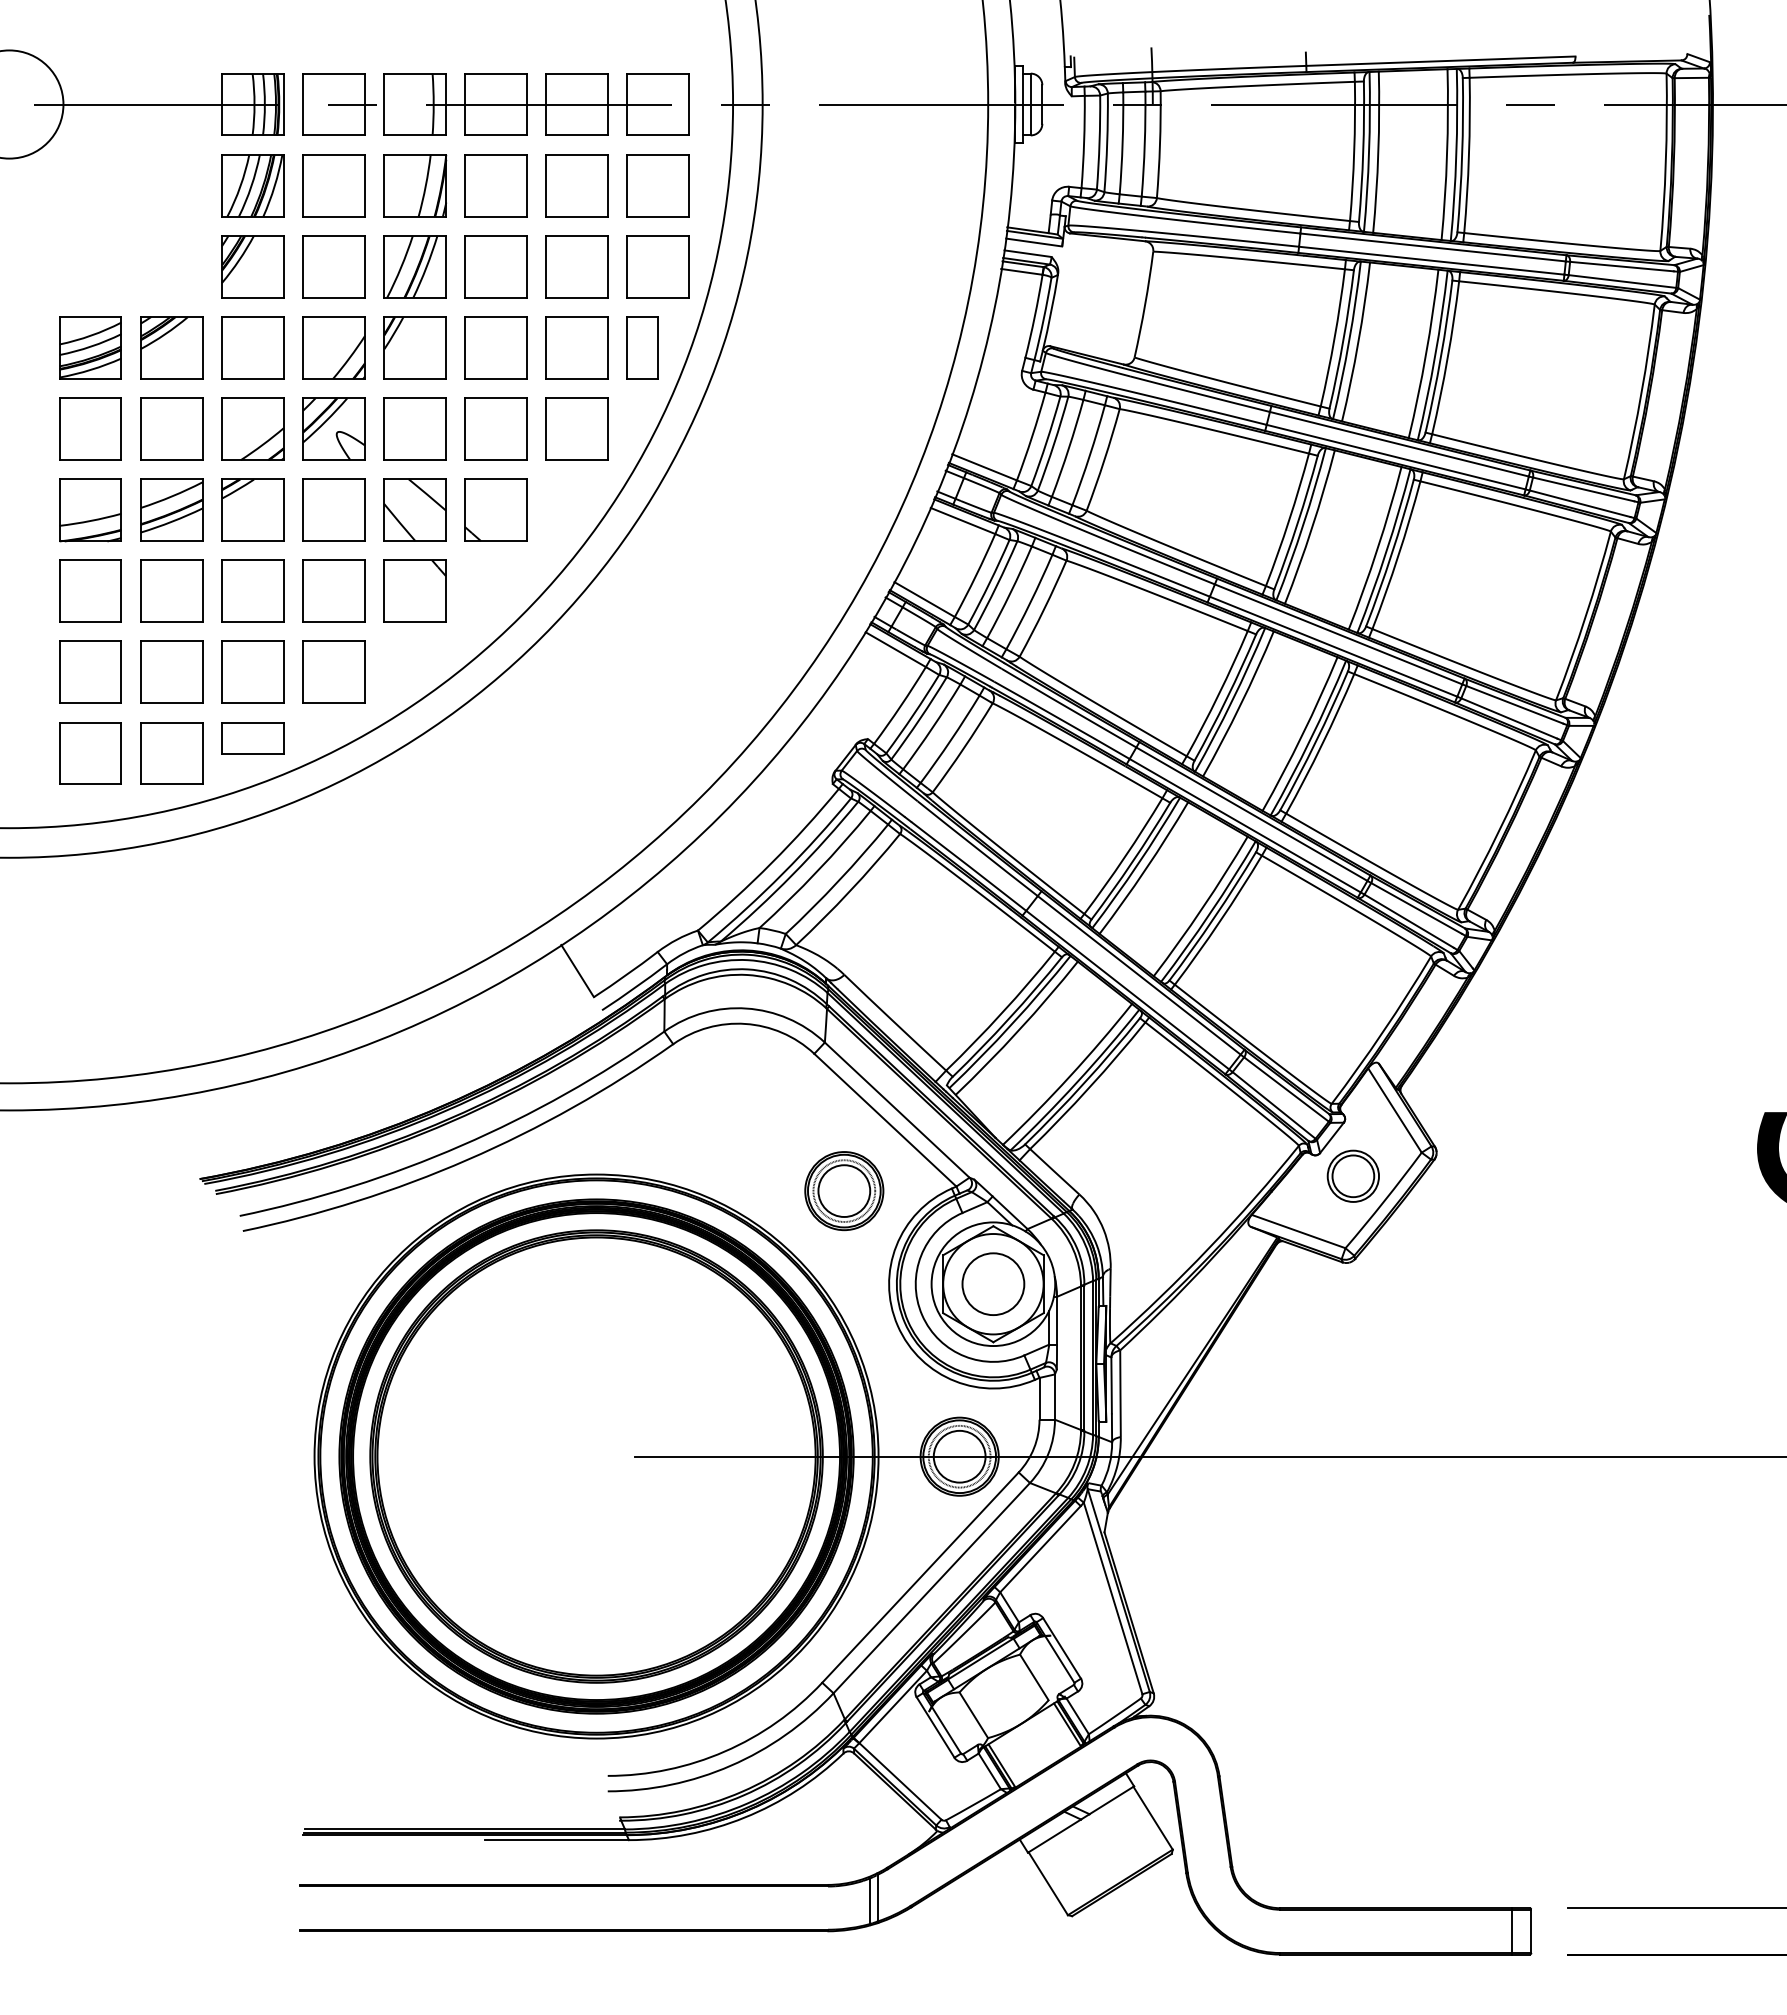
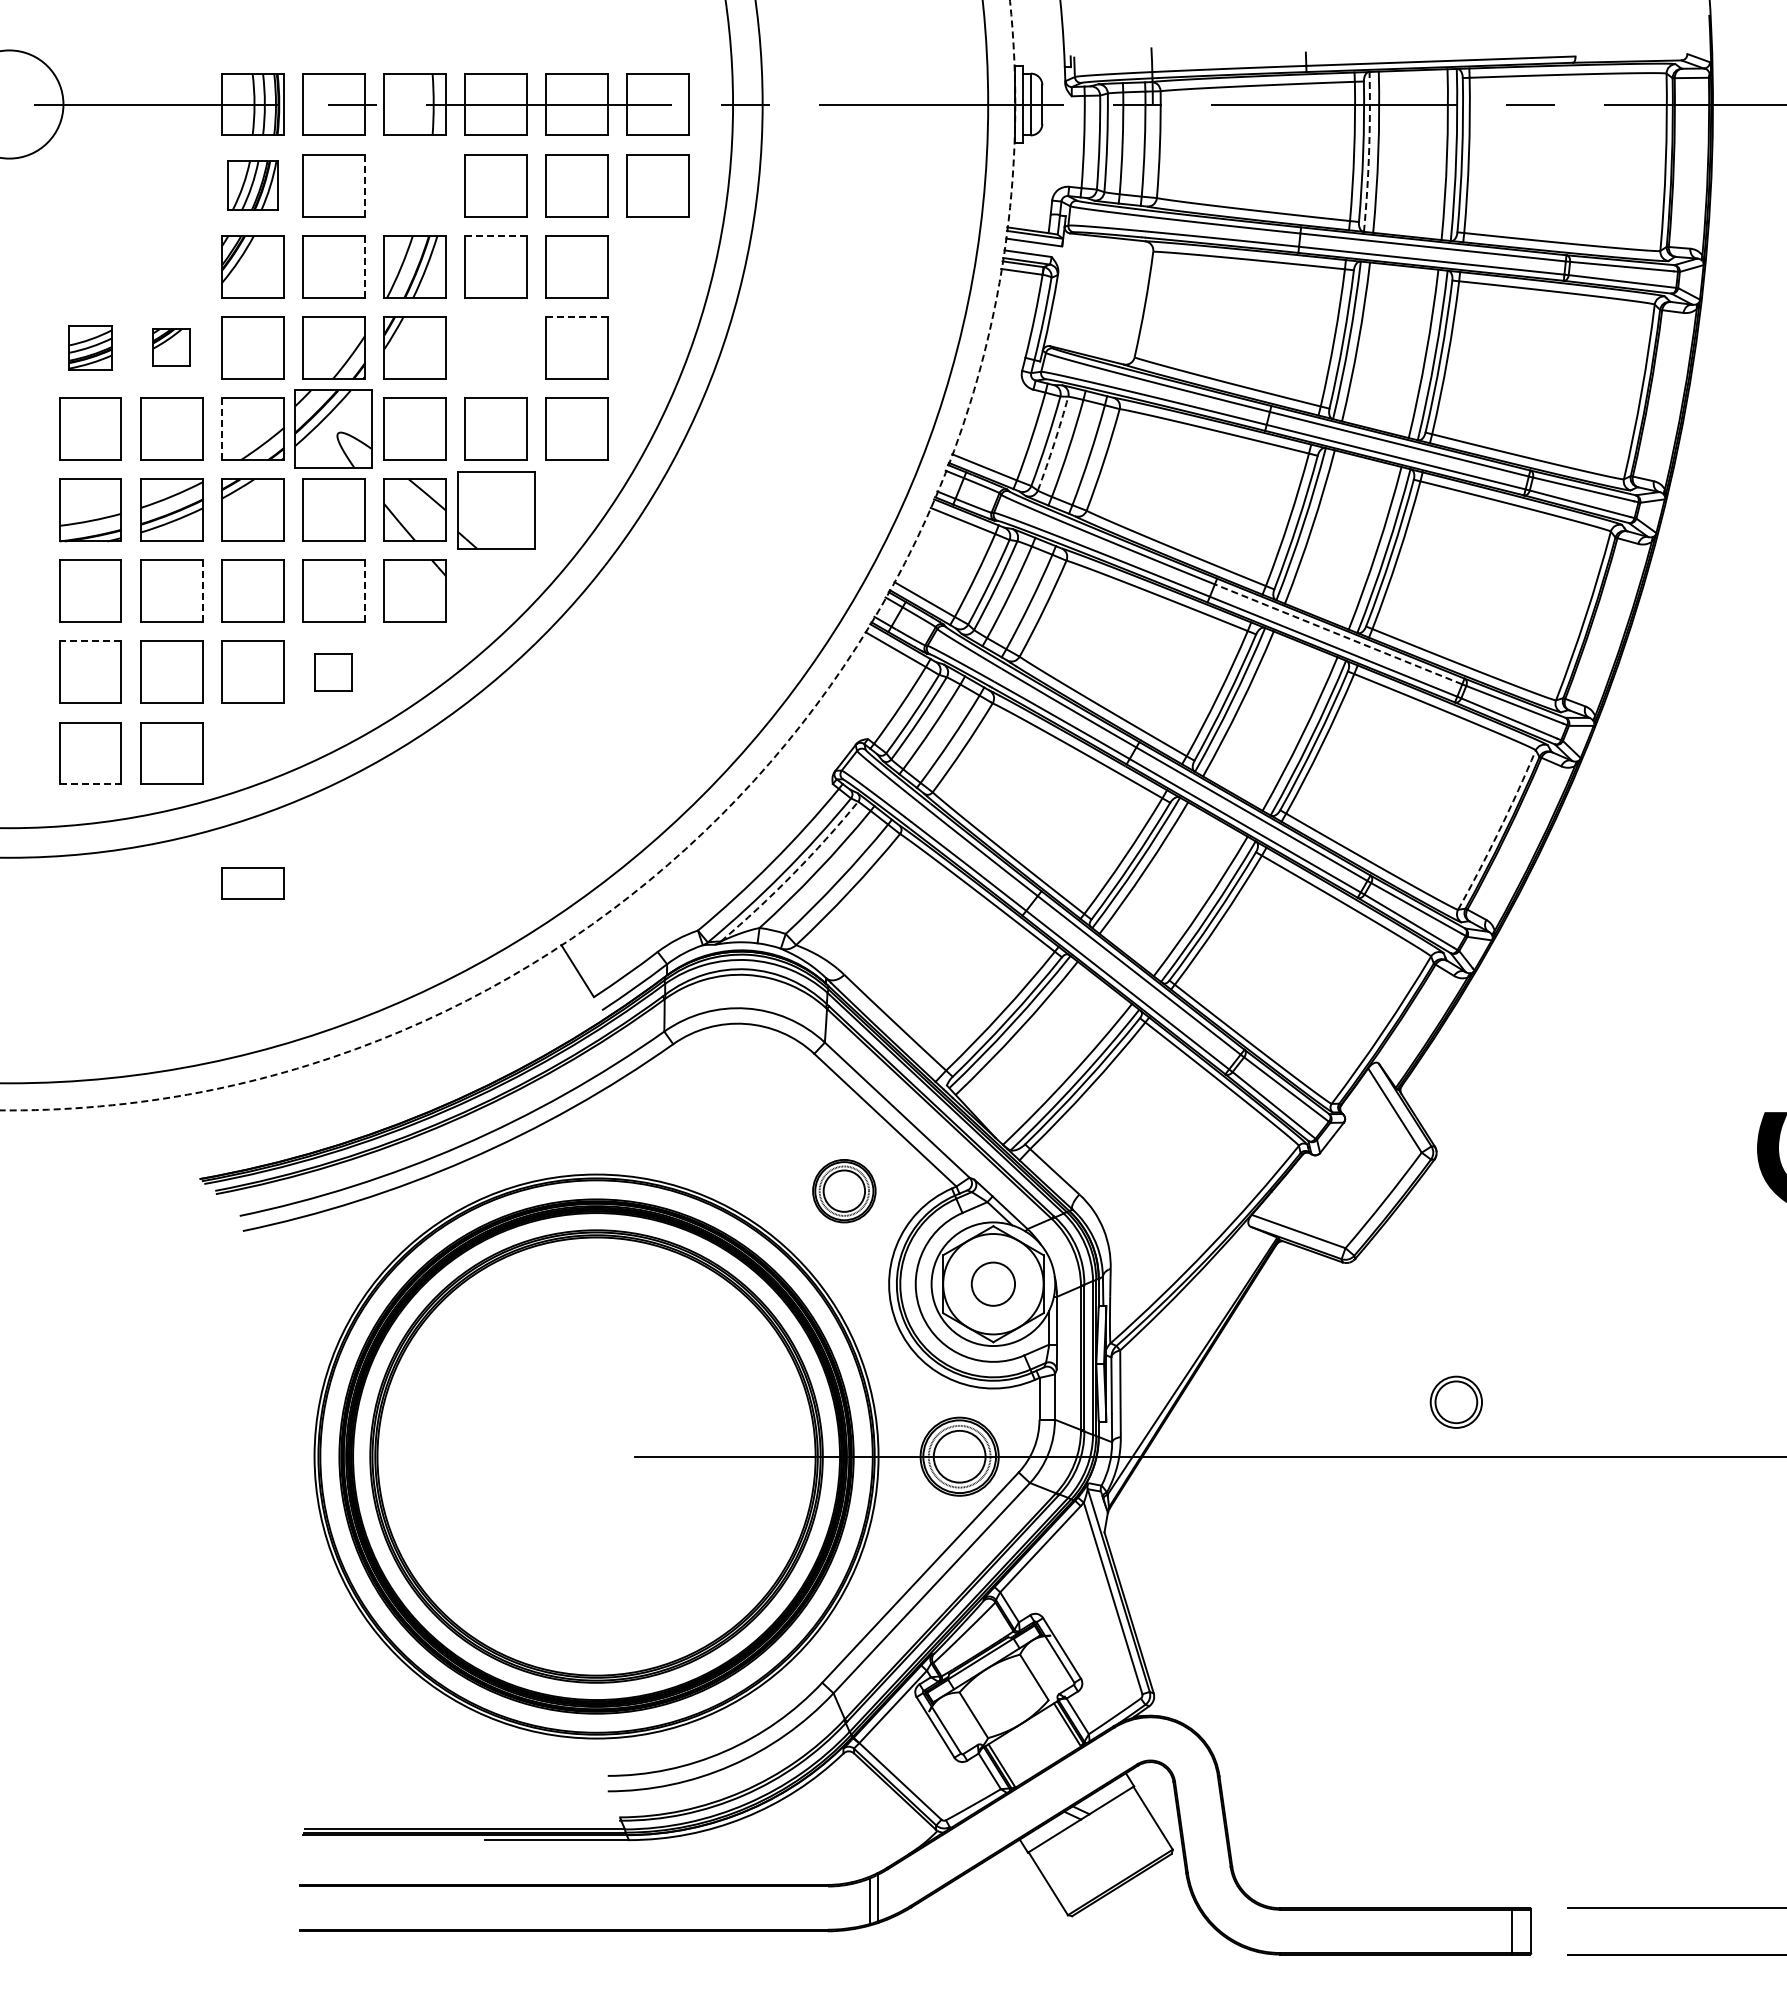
arc at (1369, 152): solid -> dashed
part at (252, 185) size: 64x64 px -> 52x51 px
line at (364, 185): solid -> dashed
part at (415, 185): present -> none
line at (496, 235): solid -> dashed
line at (364, 266): solid -> dashed
part at (657, 266): present -> none
line at (577, 316): solid -> dashed
part at (90, 347) size: 63x64 px -> 45x46 px
part at (171, 347) size: 64x64 px -> 39x39 px
part at (495, 347): present -> none
part at (642, 347): present -> none
part at (333, 428) size: 64x64 px -> 79x80 px
line at (221, 429): solid -> dashed
arc at (1054, 443): solid -> dashed
part at (495, 509) size: 64x64 px -> 79x79 px
circle at (507, 555): solid -> dashed
line at (202, 591): solid -> dashed
line at (364, 591): solid -> dashed
line at (1338, 634): solid -> dashed
line at (90, 641): solid -> dashed
part at (333, 671) size: 64x64 px -> 39x39 px
part at (252, 738) position: (252, 738) -> (252, 883)
line at (90, 784): solid -> dashed
arc at (1499, 831): solid -> dashed
arc at (792, 874): solid -> dashed
part at (1352, 1175) position: (1352, 1175) -> (1455, 1401)
part at (844, 1191) size: 81x81 px -> 65x65 px
circle at (993, 1284) diameter: 62 px -> 43 px
